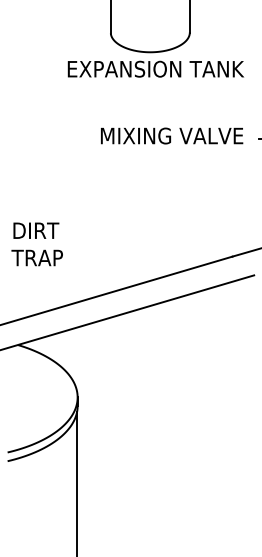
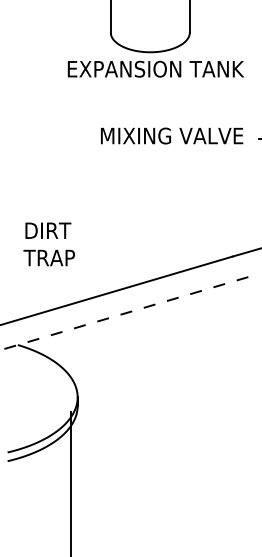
text at (36, 244) position: (36, 244) -> (48, 244)
line at (127, 312): solid -> dashed
line at (77, 482) position: (77, 482) -> (71, 482)
